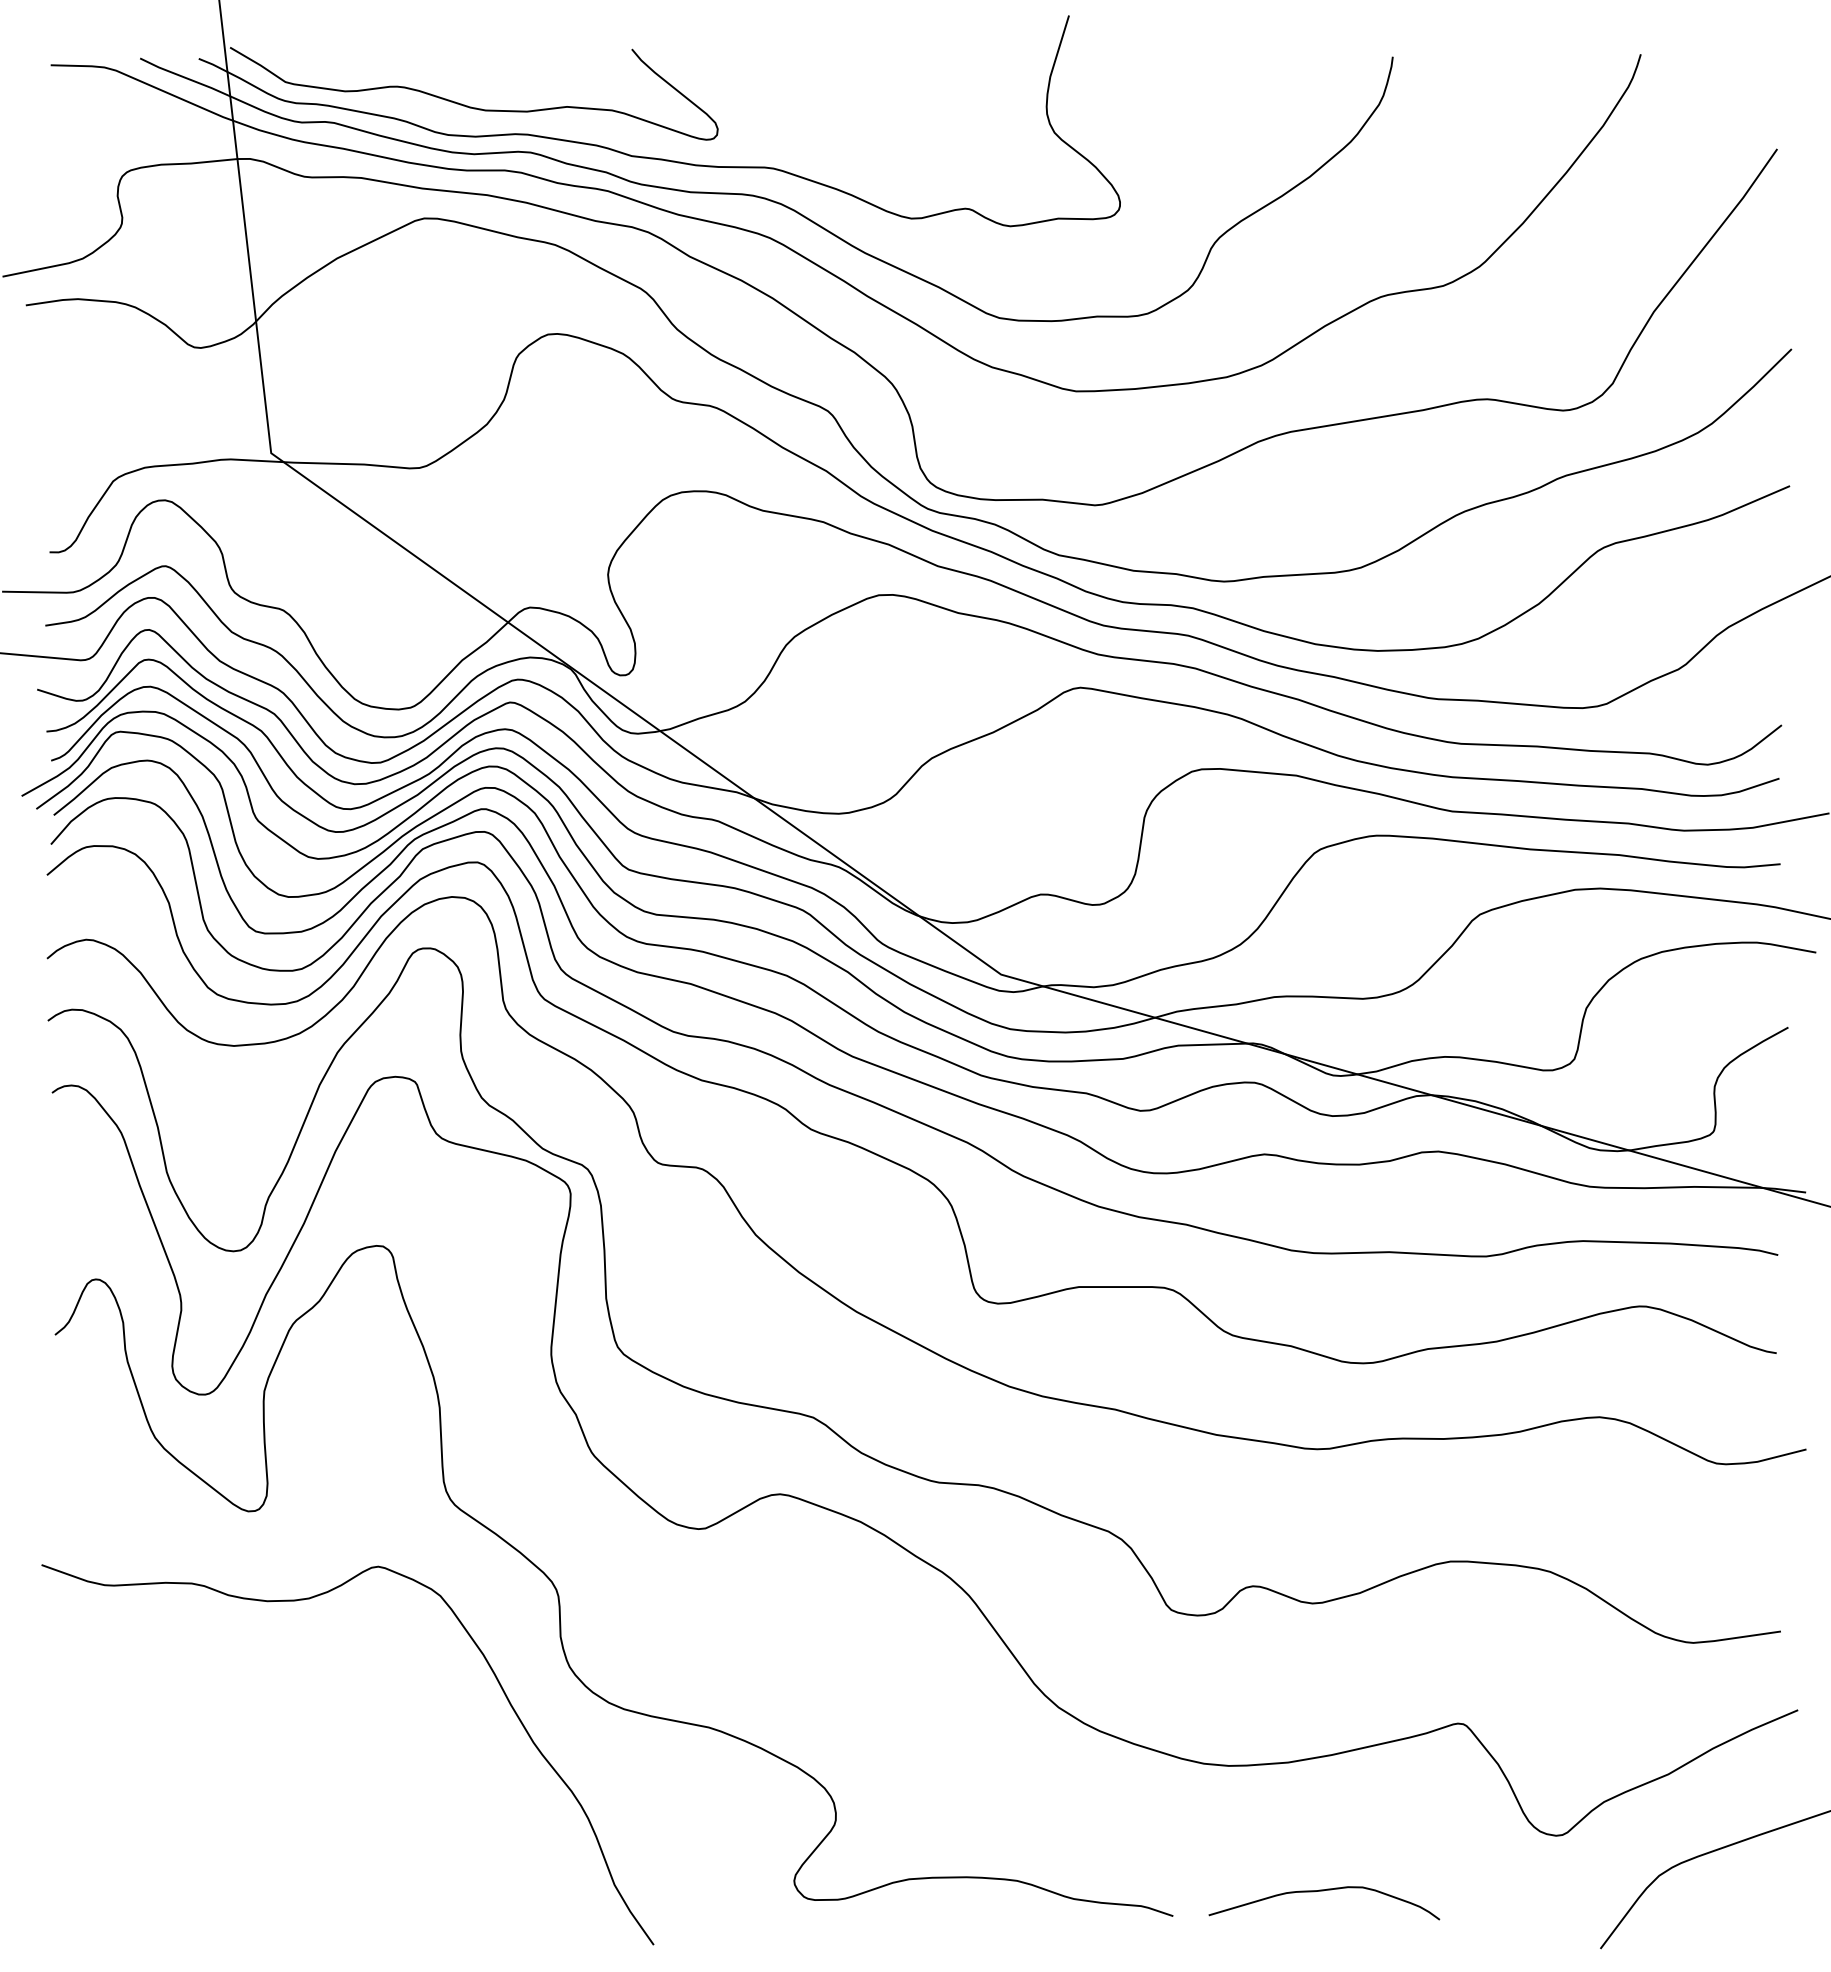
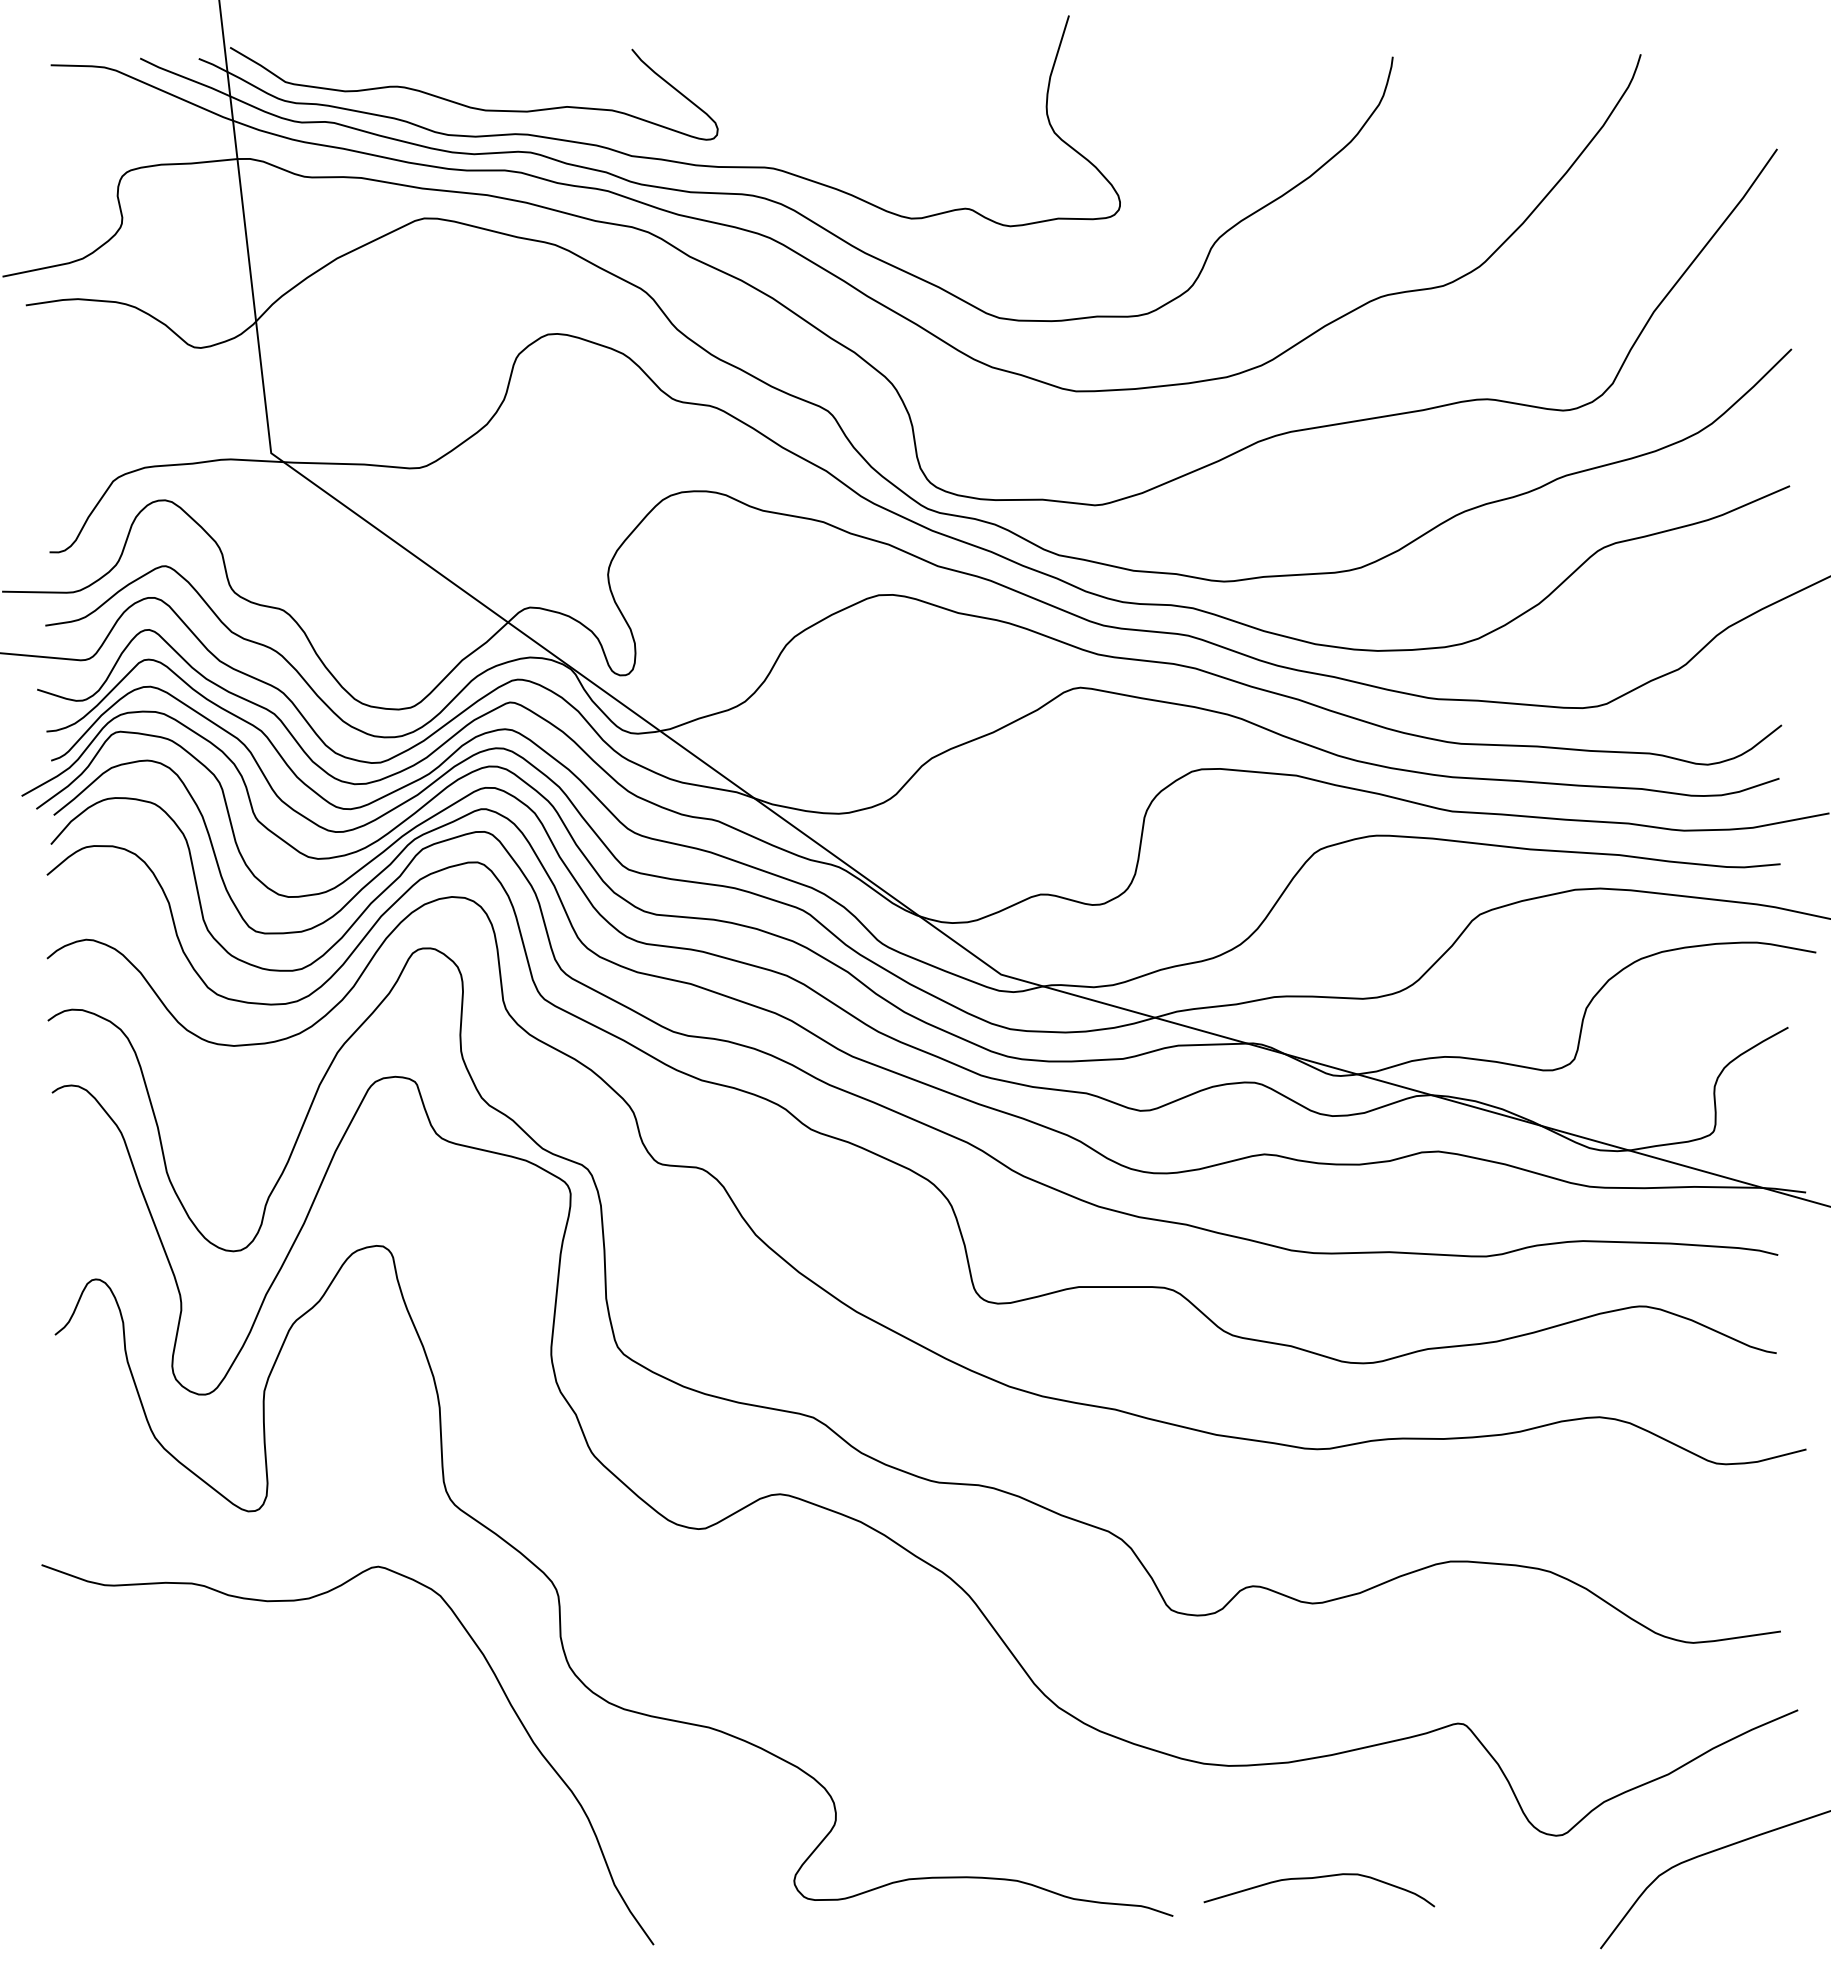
curve at (1323, 1891) position: (1323, 1891) -> (1318, 1878)
